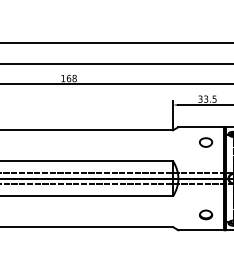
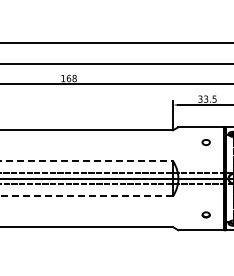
part at (206, 142) size: 15x11 px -> 10x8 px
line at (87, 161): solid -> dashed
line at (86, 196): solid -> dashed
part at (206, 214) size: 15x12 px -> 10x8 px
